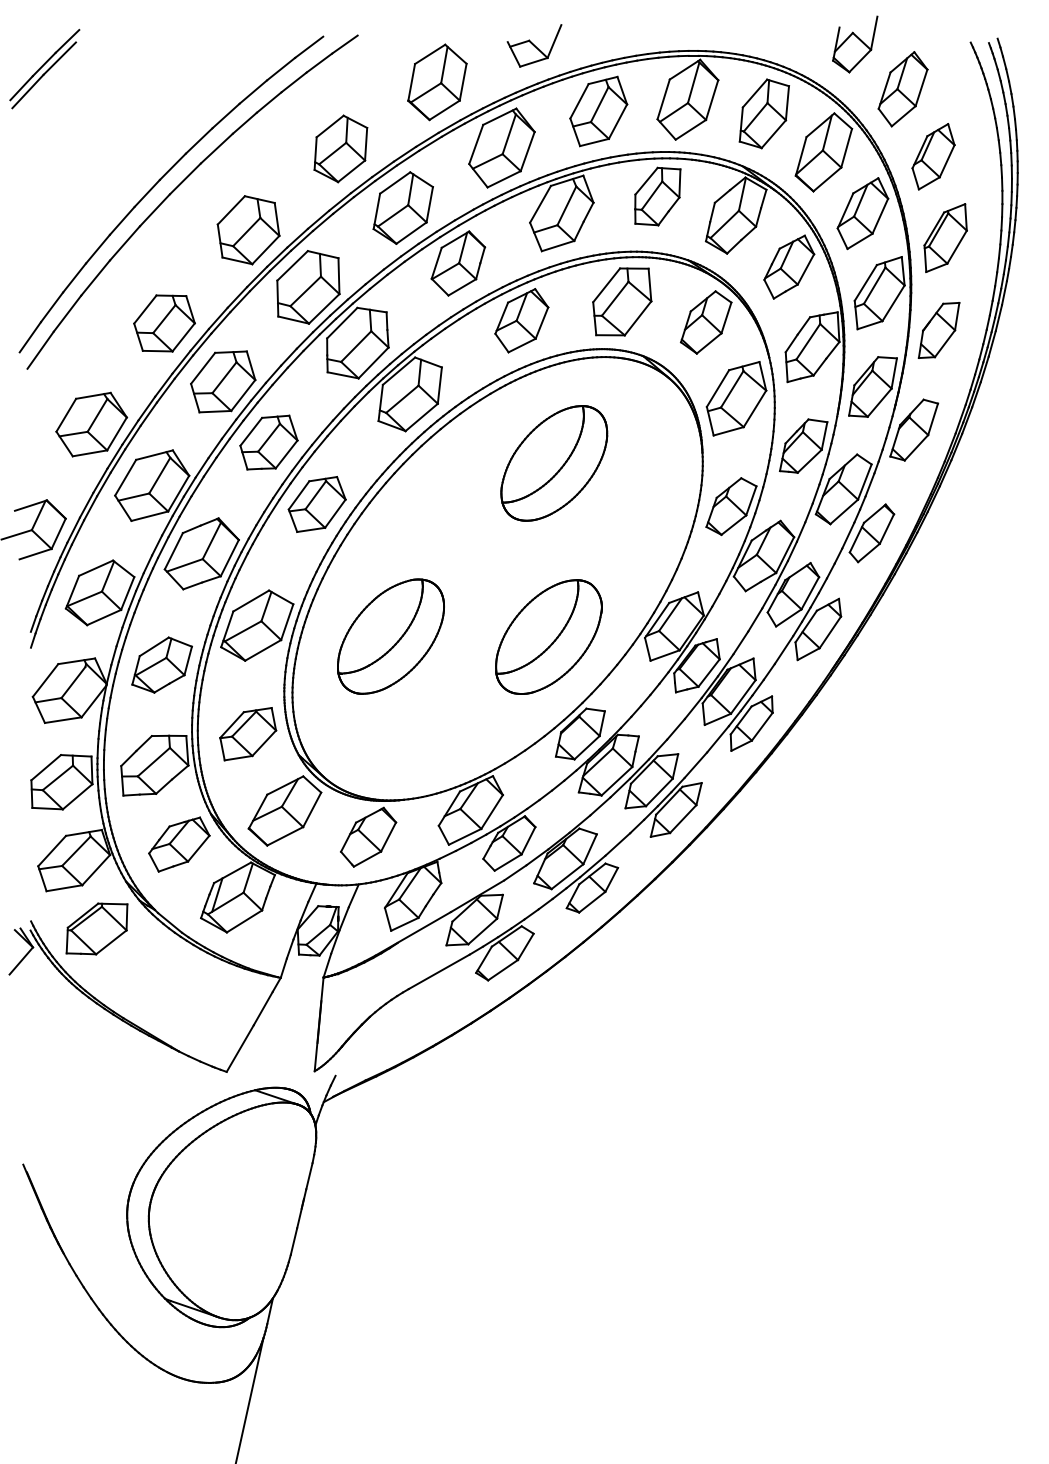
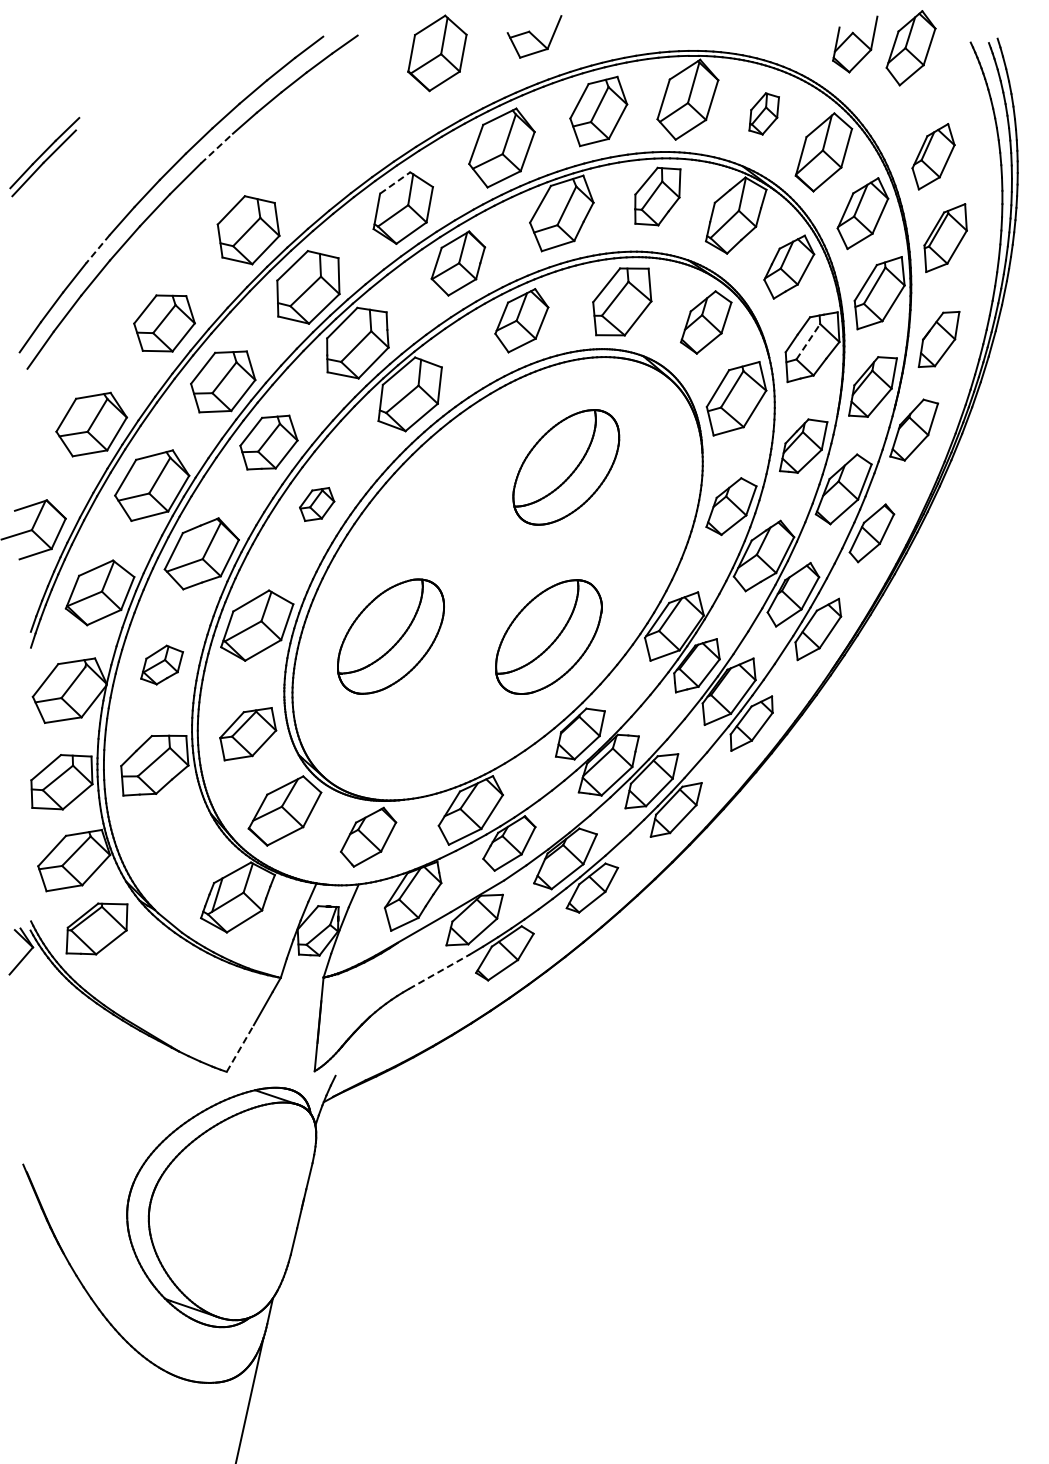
part at (534, 45) position: (534, 45) -> (534, 36)
part at (44, 68) position: (44, 68) -> (44, 156)
part at (437, 82) position: (437, 82) -> (437, 53)
part at (902, 89) position: (902, 89) -> (910, 48)
part at (763, 113) size: 52x72 px -> 32x44 px
line at (216, 148): solid -> dashed
part at (340, 148): present -> none
line at (395, 182): solid -> dashed
line at (97, 249): solid -> dashed
part at (938, 330) position: (938, 330) -> (938, 339)
line at (808, 341): solid -> dashed
part at (554, 463) position: (554, 463) -> (566, 467)
part at (316, 504) size: 60x57 px -> 37x35 px
part at (161, 664) size: 62x58 px -> 44x42 px
part at (179, 844): present -> none
line at (439, 971): solid -> dashed
line at (240, 1048): solid -> dashed
